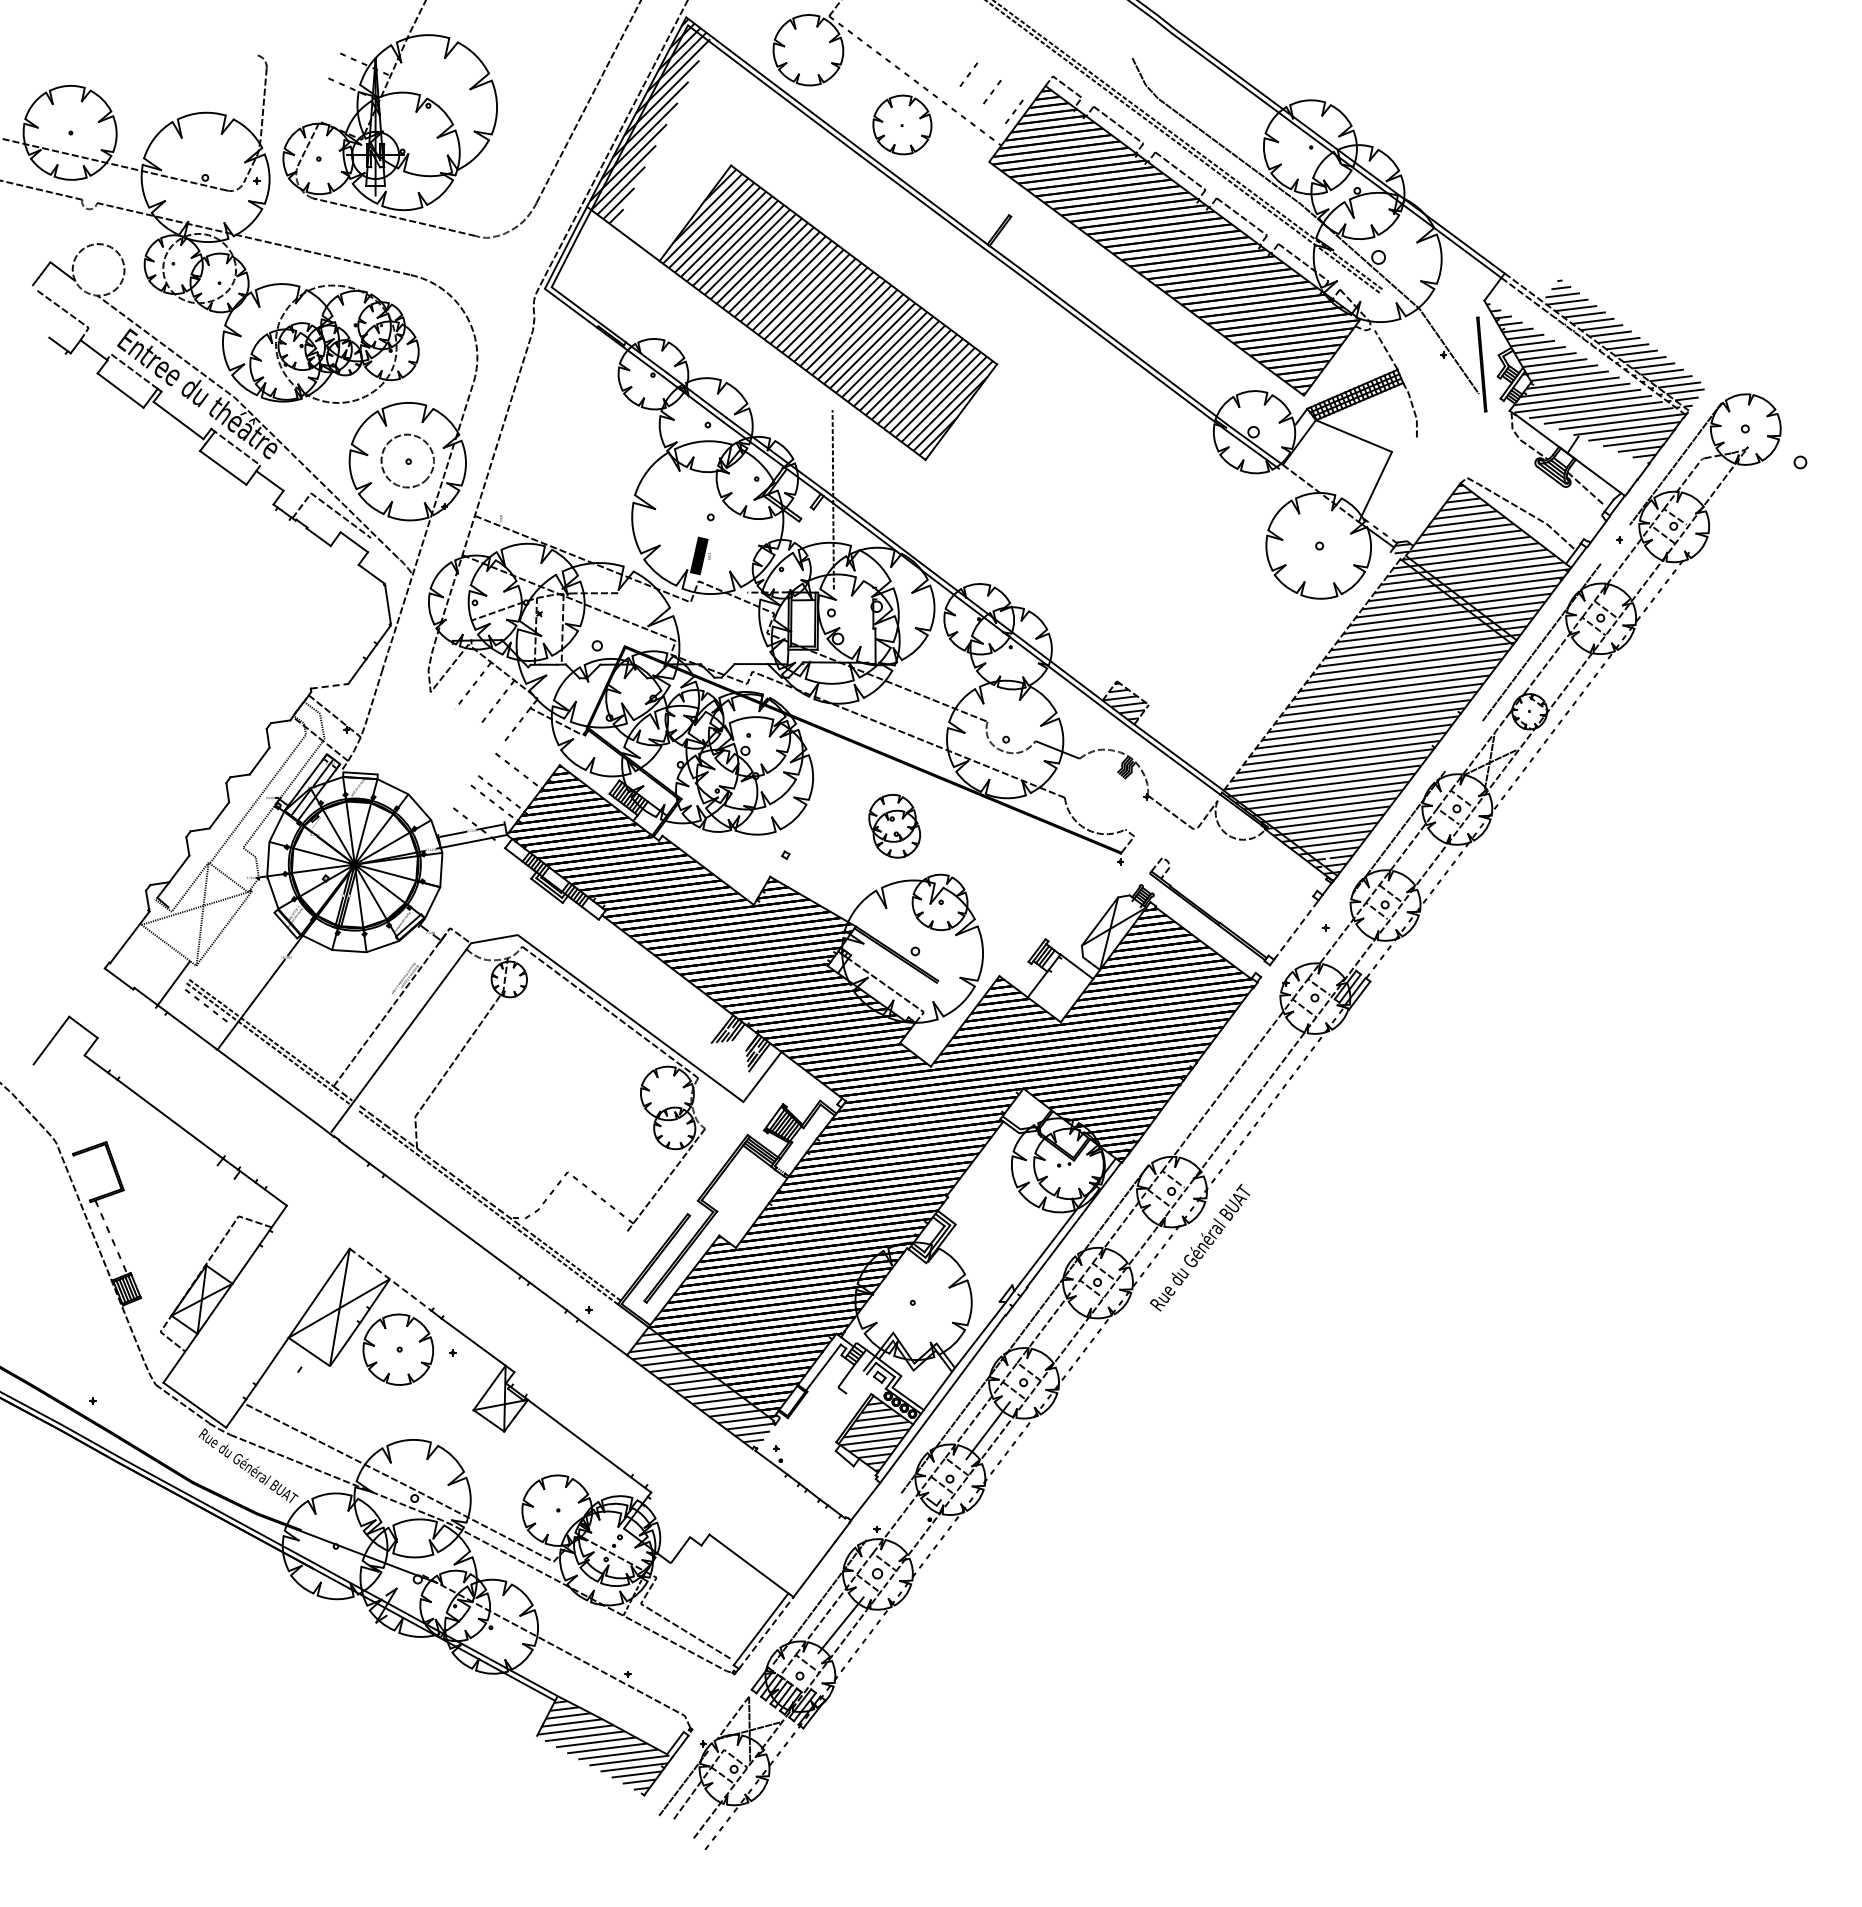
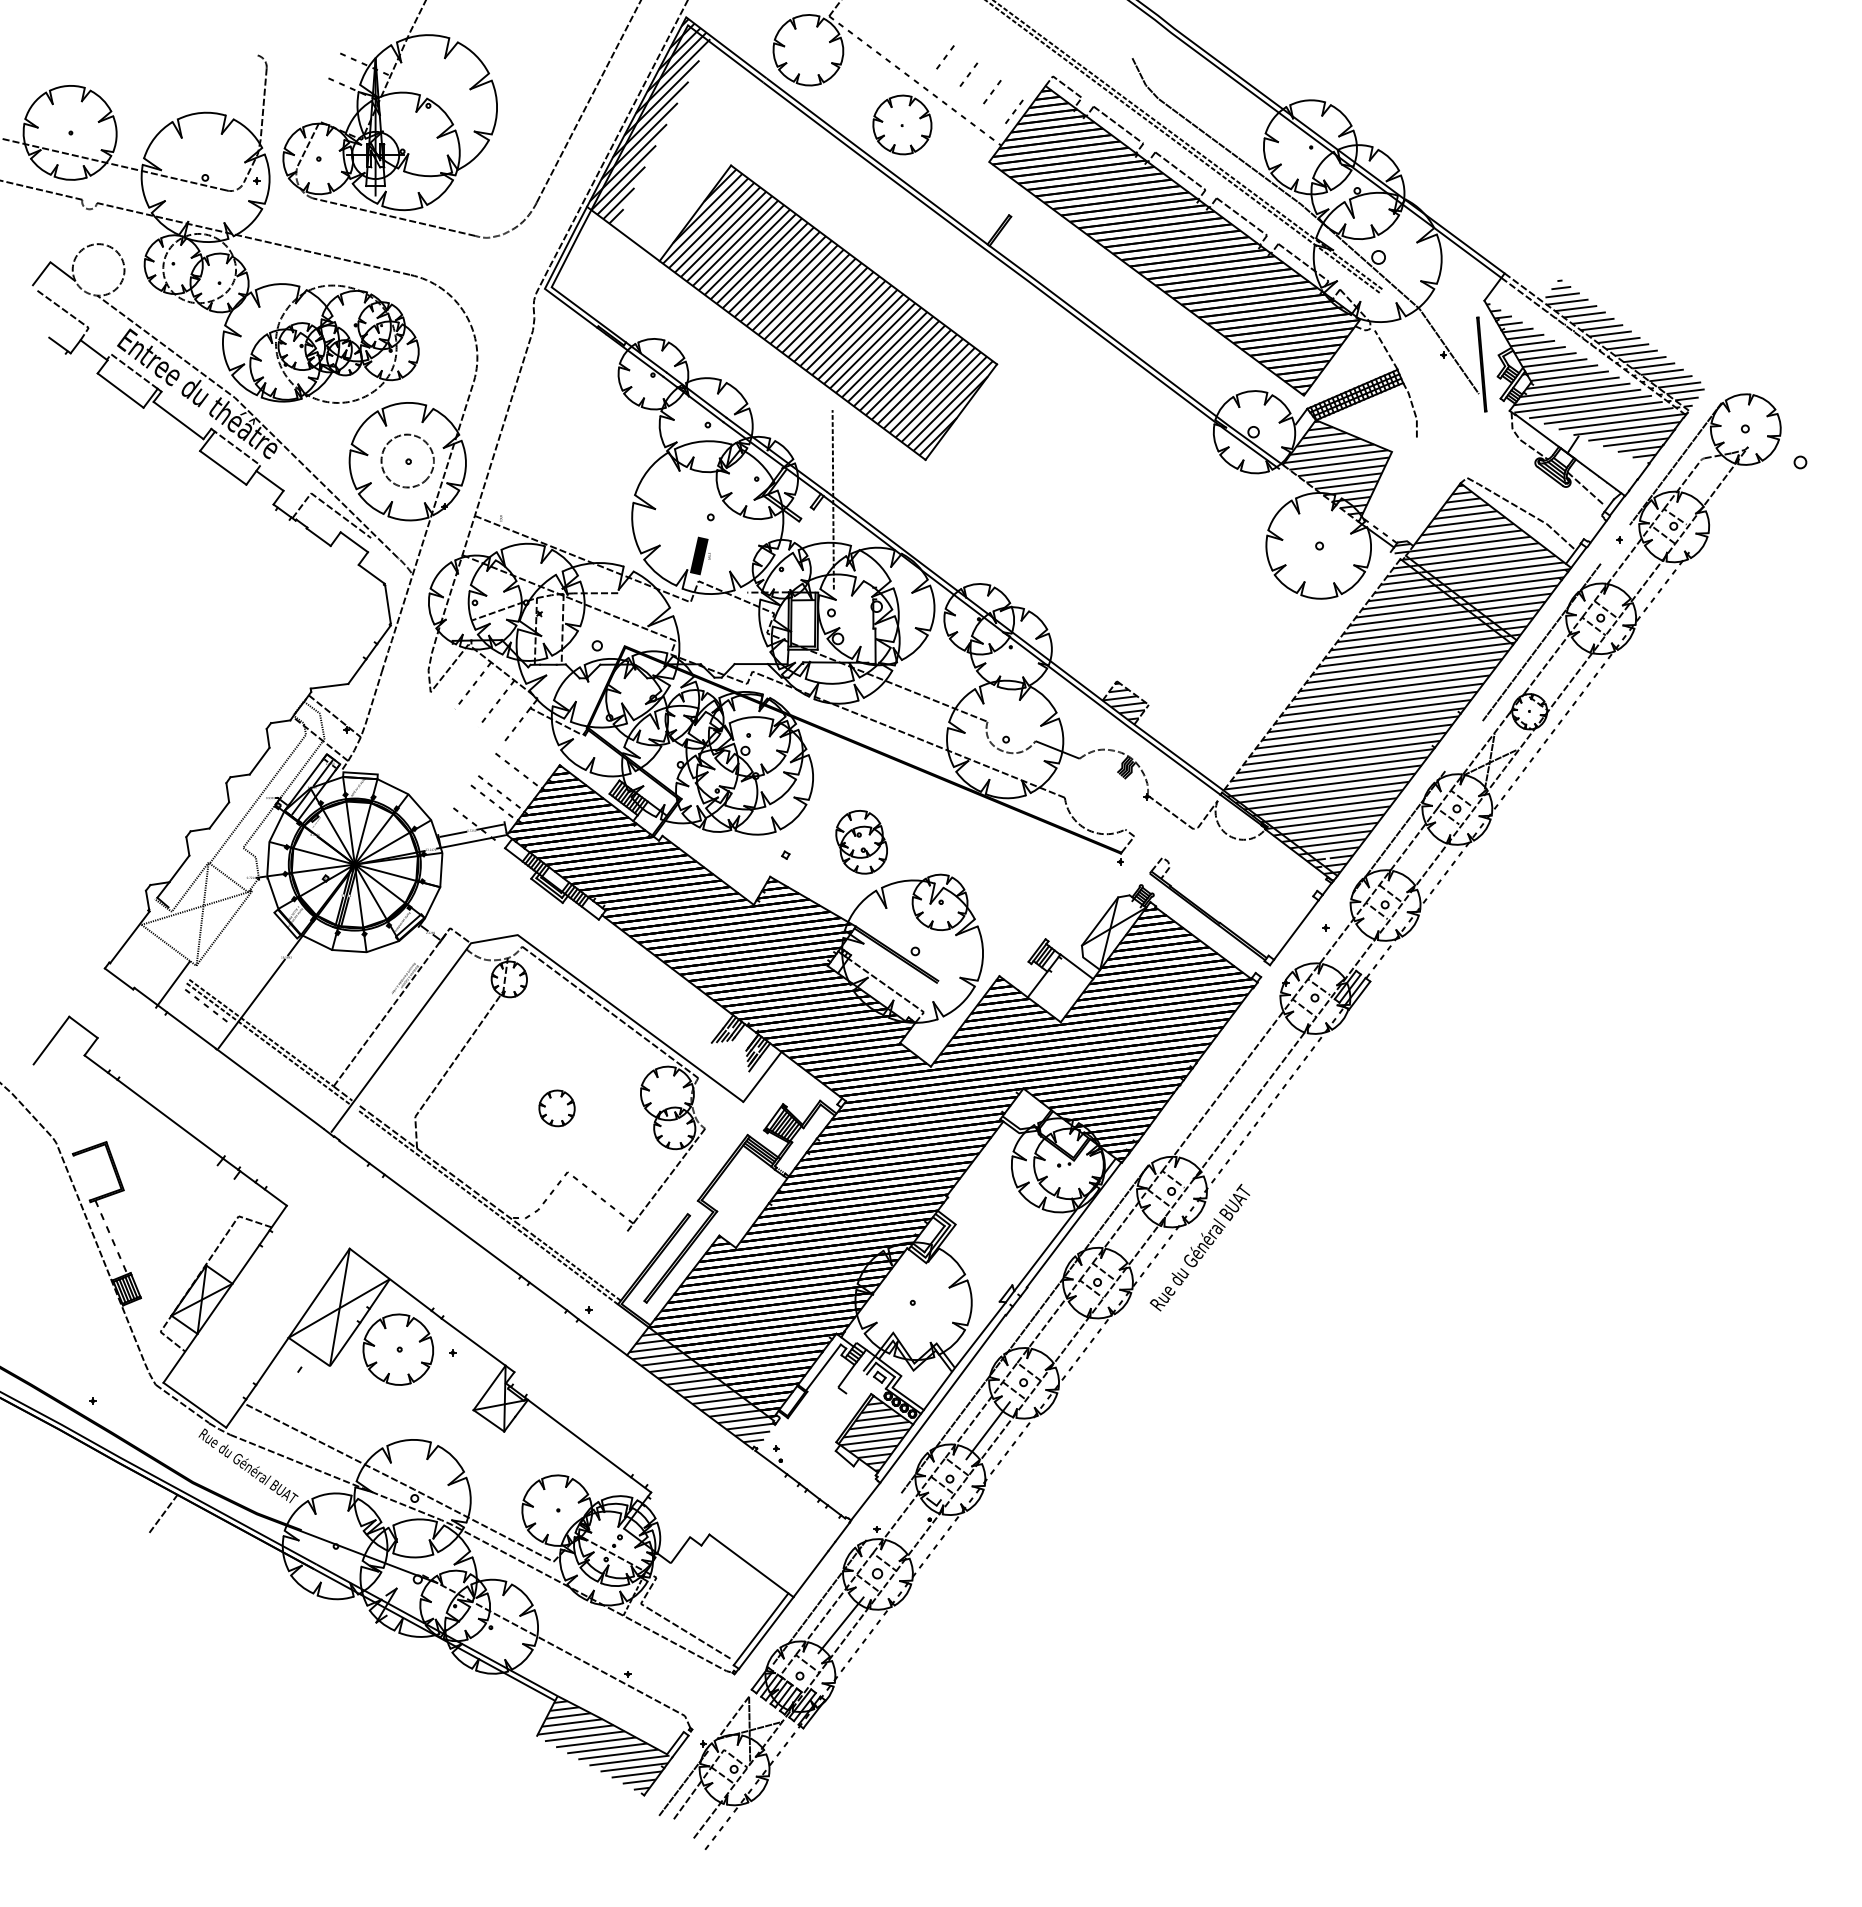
line at (945, 57): none -> present
hatch at (1336, 470): none -> present
line at (329, 686): dashed -> solid
part at (894, 826) position: (894, 826) -> (861, 842)
line at (1296, 929): dashed -> solid
part at (556, 1108): none -> present
line at (391, 1280): dashed -> solid
line at (163, 1513): none -> present
line at (766, 1632): dashed -> solid
